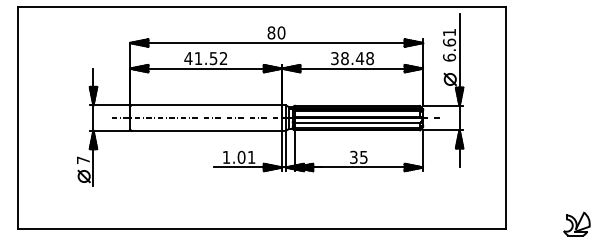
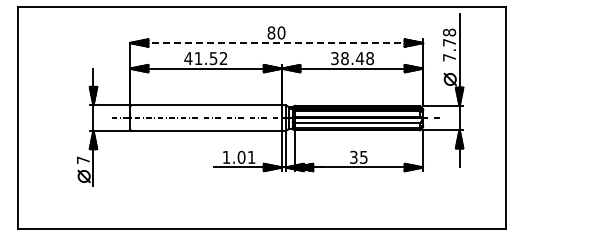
line at (277, 43): solid -> dashed
text at (449, 44): 6.61 -> 7.78
part at (576, 223): present -> none
